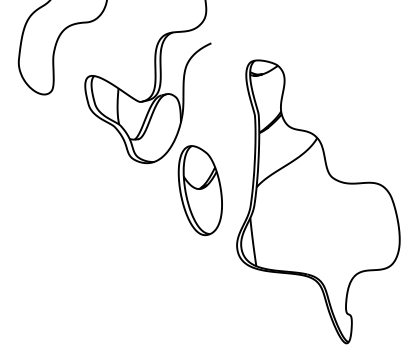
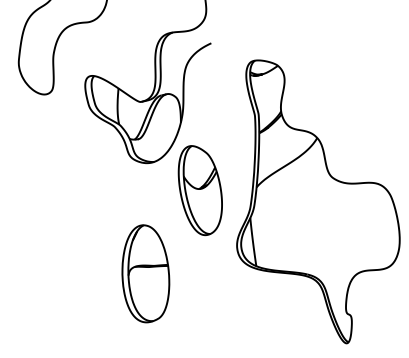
part at (145, 273): none -> present
